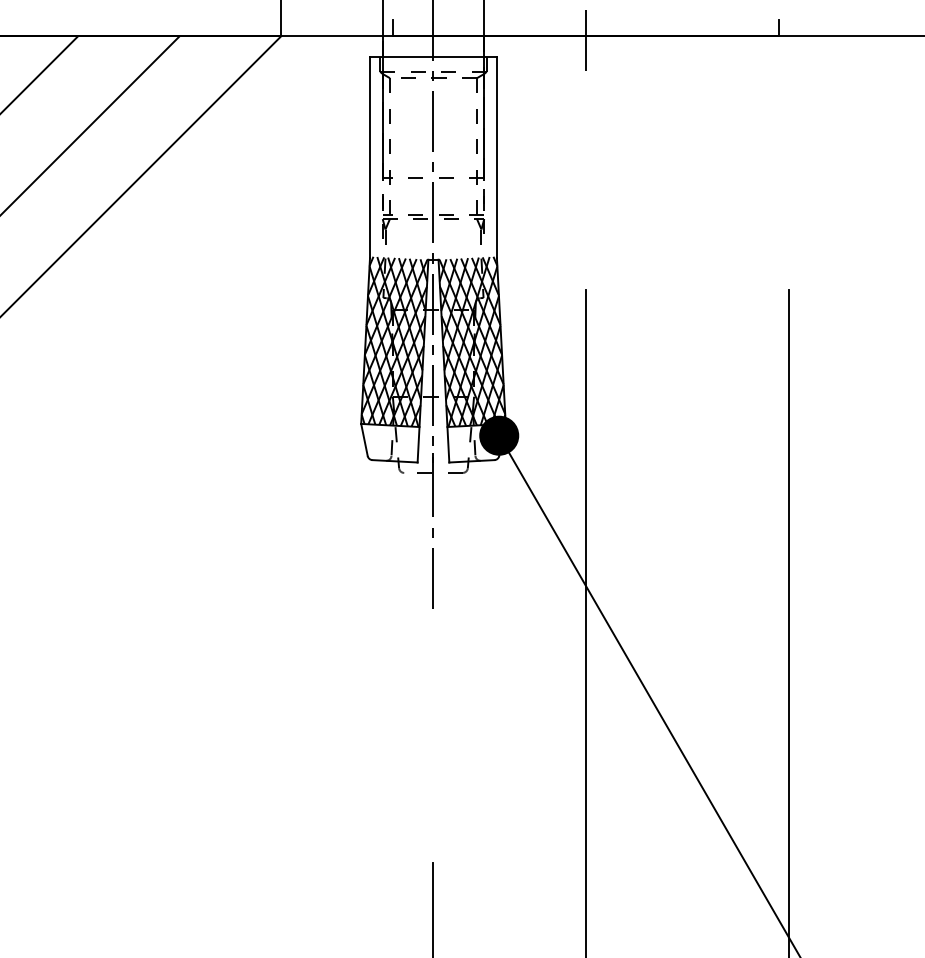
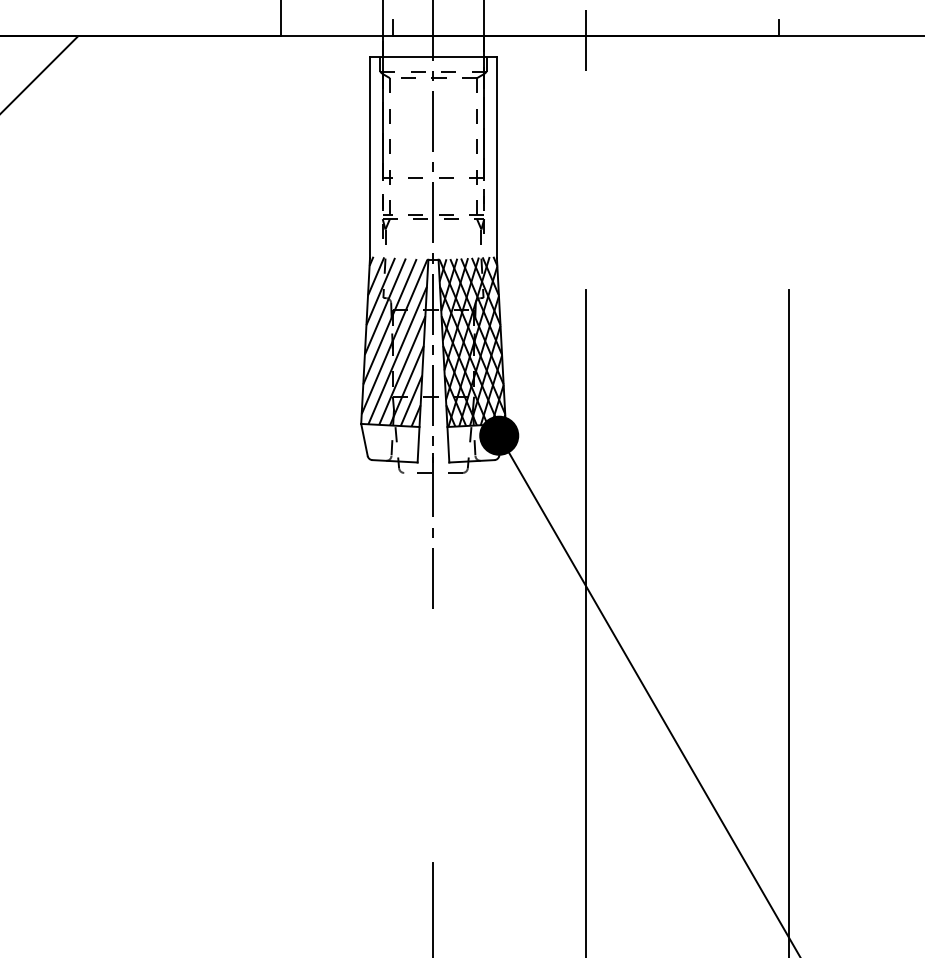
line at (90, 124): present -> none
line at (141, 175): present -> none
hatch at (394, 341): present -> none
